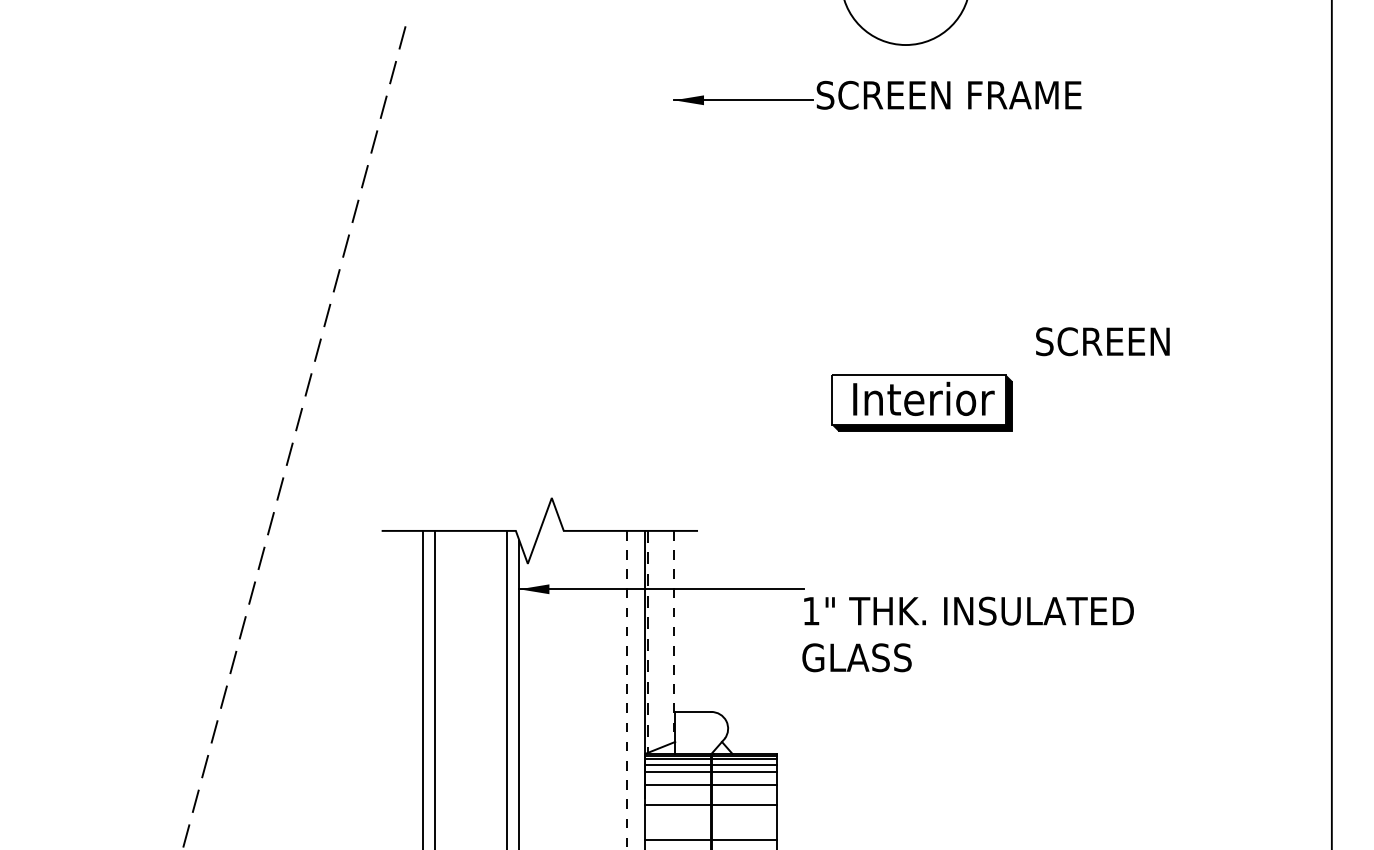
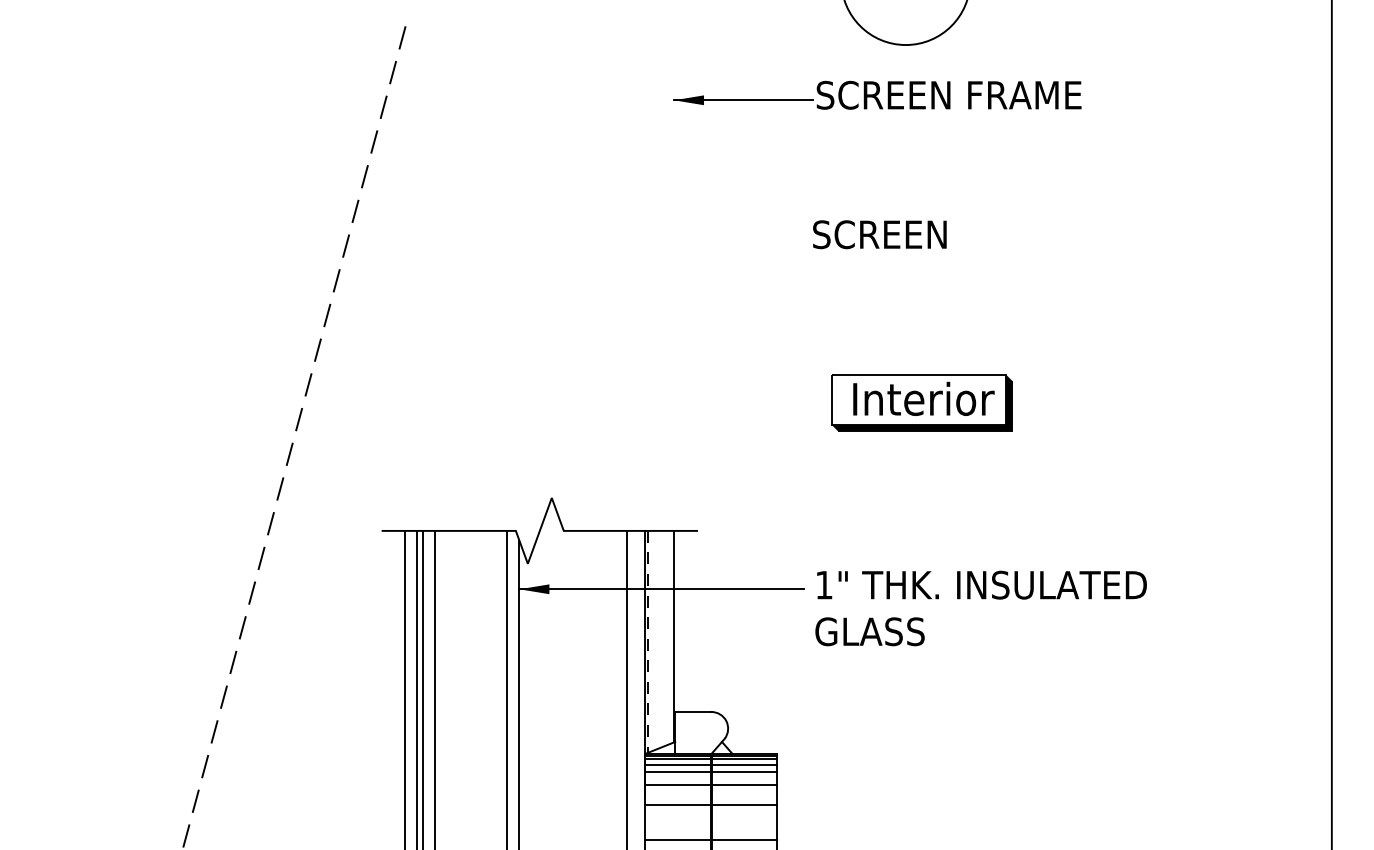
text at (1102, 341) position: (1102, 341) -> (879, 234)
text at (967, 634) position: (967, 634) -> (980, 608)
line at (674, 636): dashed -> solid
line at (405, 688): none -> present
line at (417, 688): none -> present
line at (627, 690): dashed -> solid
